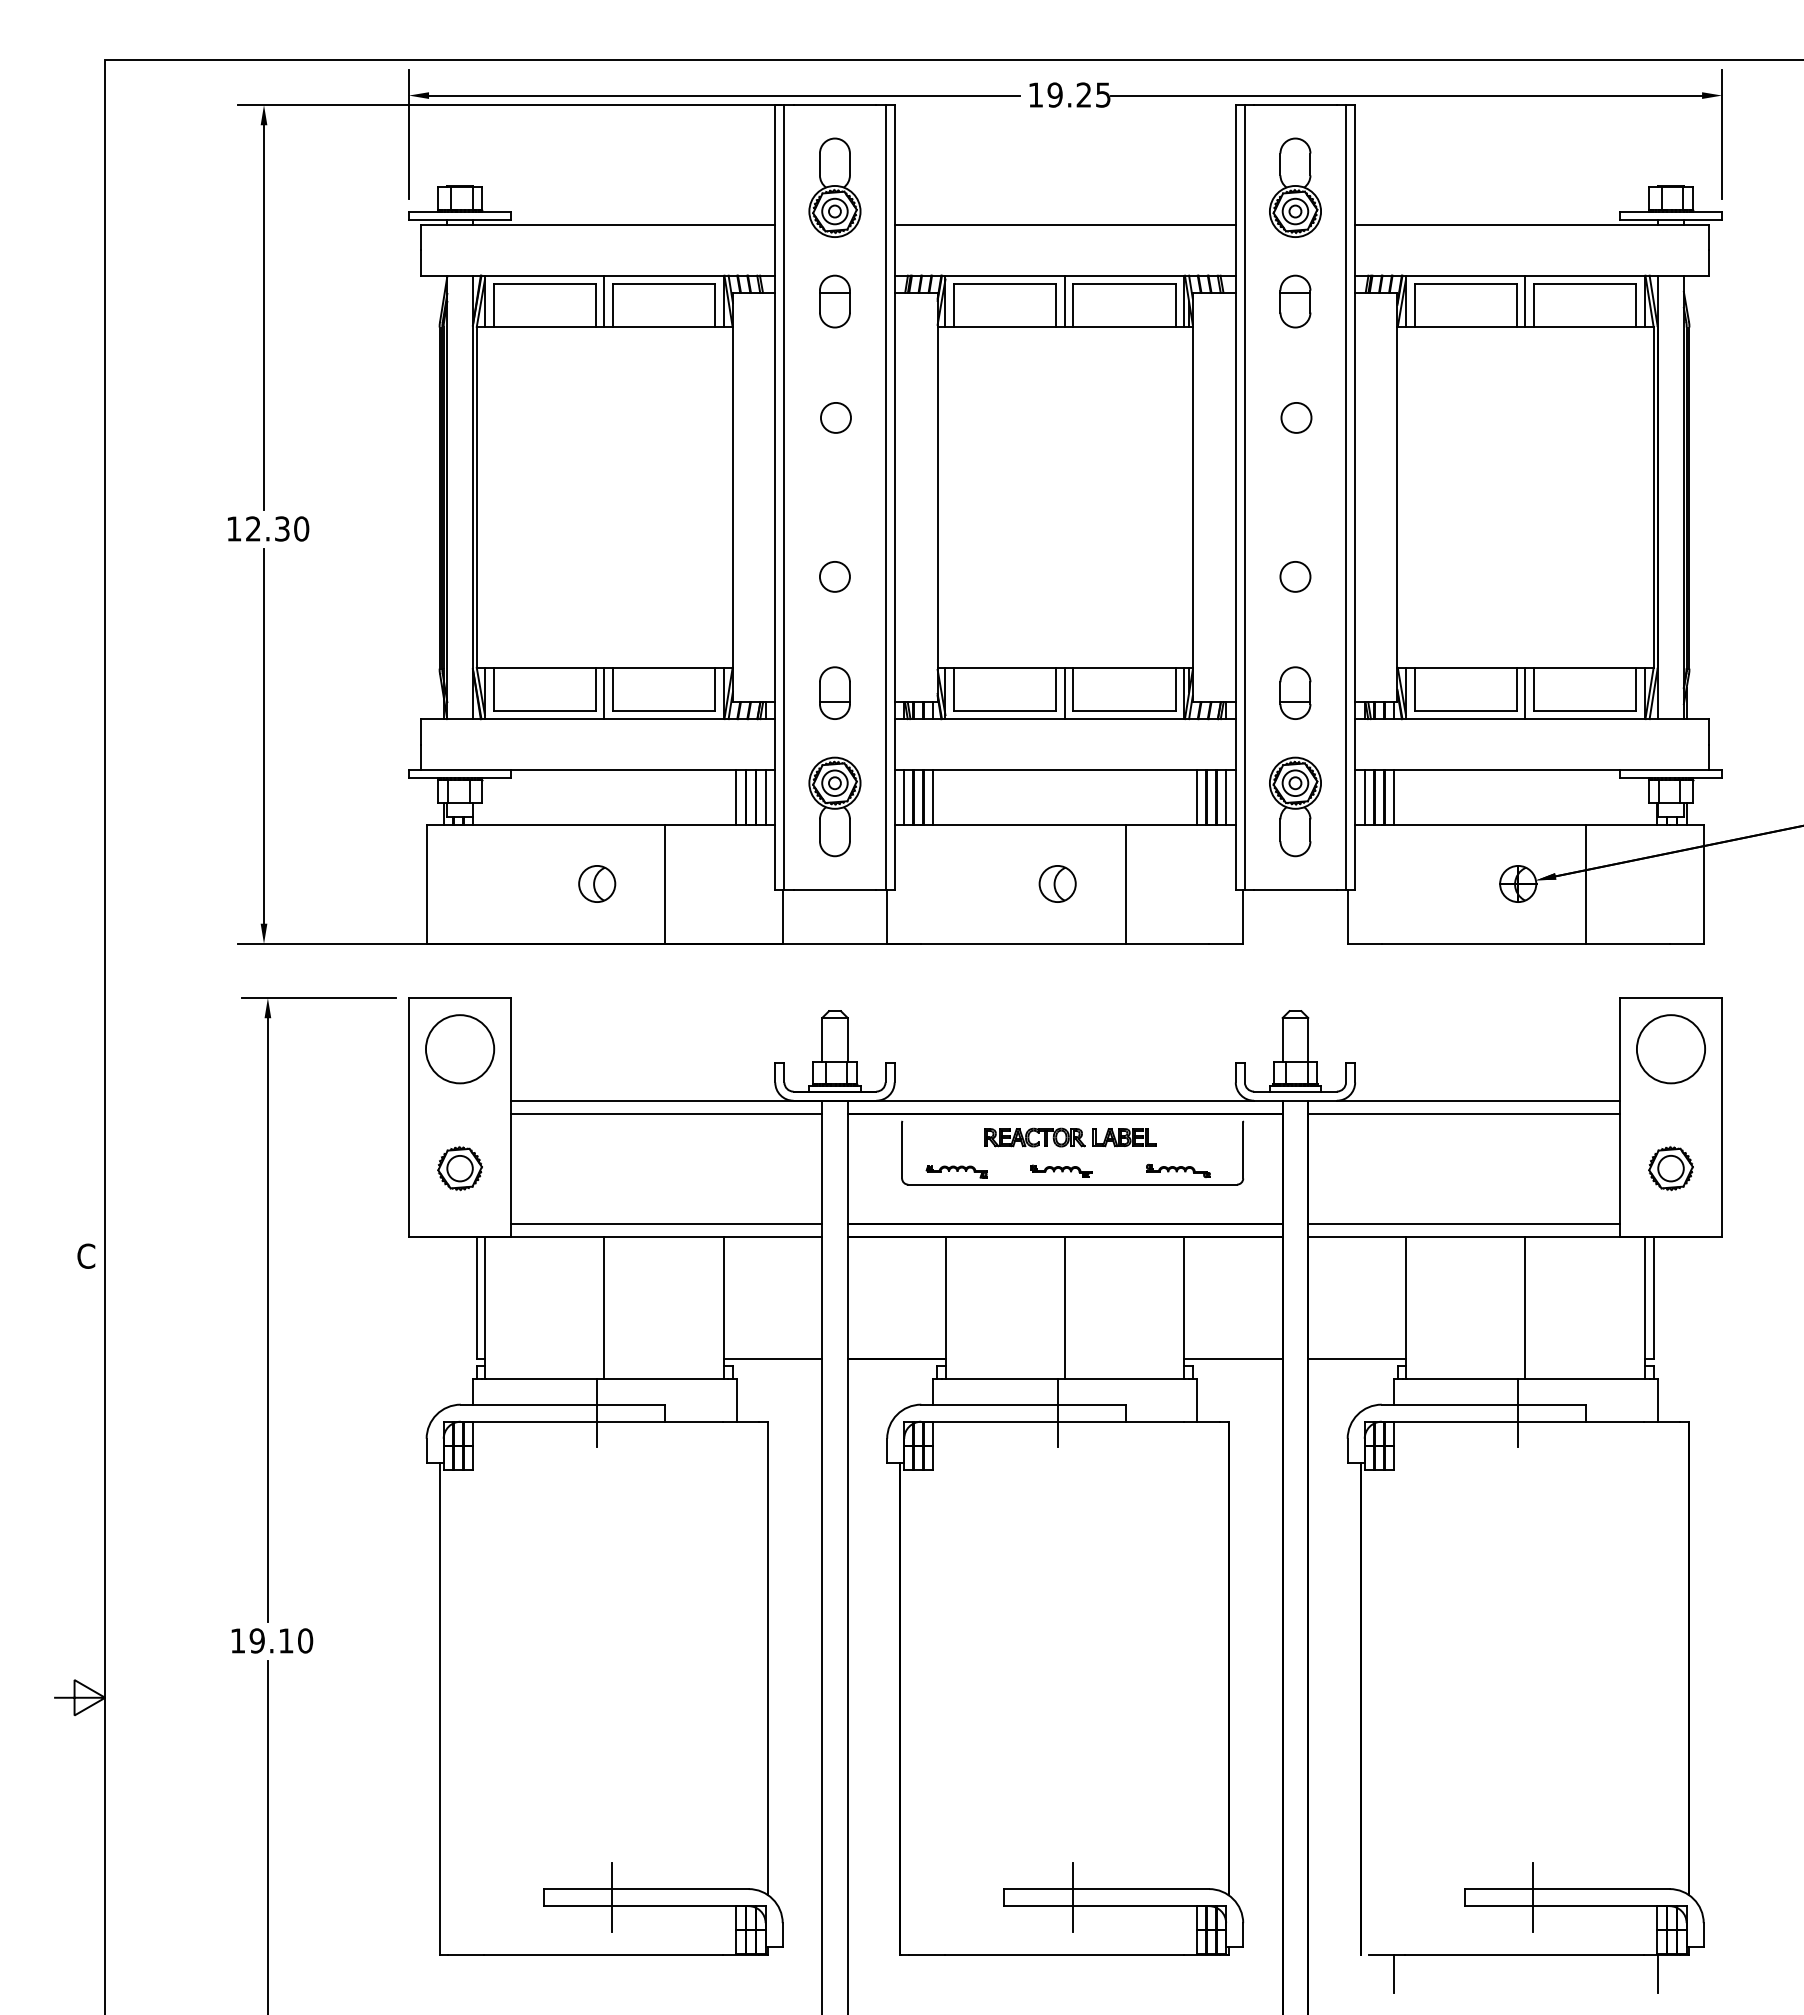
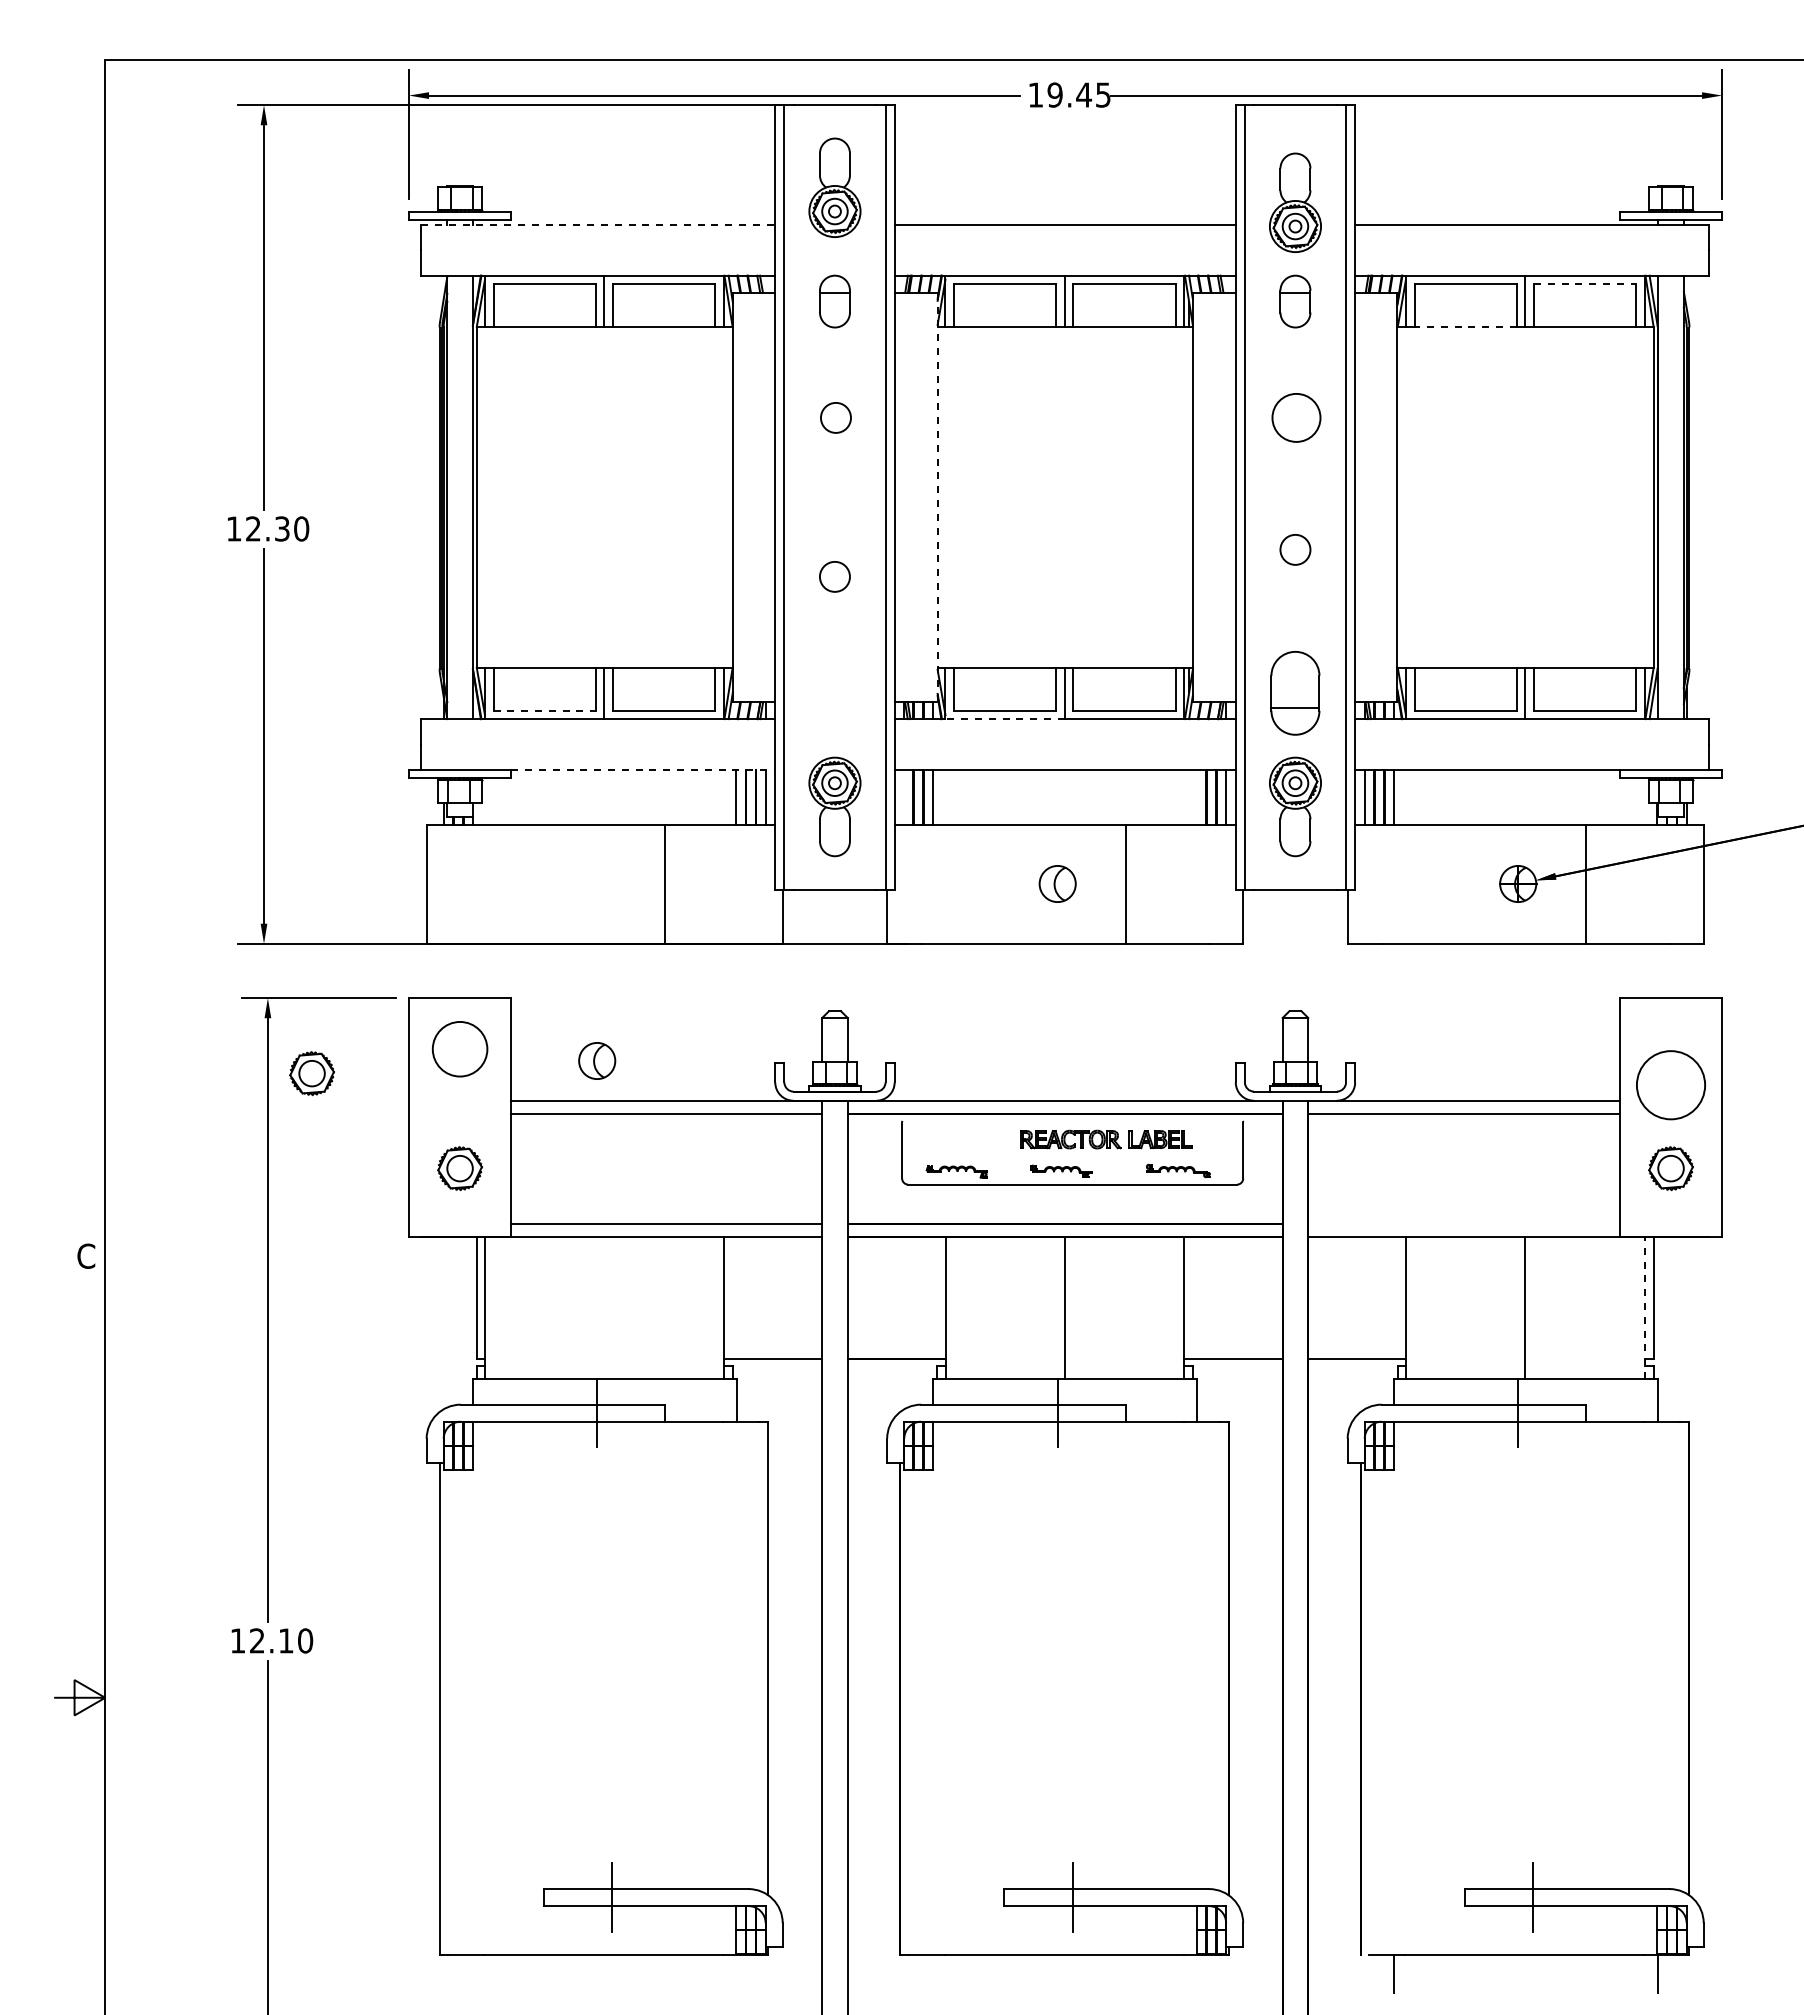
text at (1084, 94): 19.25 -> 19.45
part at (1295, 187) position: (1295, 187) -> (1295, 202)
line at (598, 224): solid -> dashed
line at (1585, 284): solid -> dashed
line at (1465, 326): solid -> dashed
circle at (1296, 417) diameter: 30 px -> 48 px
line at (937, 497): solid -> dashed
circle at (1295, 576) position: (1295, 576) -> (1295, 549)
part at (834, 692): present -> none
part at (1295, 692) size: 33x54 px -> 51x85 px
line at (545, 710): solid -> dashed
line at (1005, 719): solid -> dashed
line at (643, 770): solid -> dashed
line at (904, 797): present -> none
line at (1196, 797): present -> none
part at (597, 883) position: (597, 883) -> (597, 1060)
circle at (459, 1049) diameter: 68 px -> 55 px
circle at (1670, 1049) position: (1670, 1049) -> (1670, 1085)
part at (311, 1073): none -> present
part at (1070, 1137) position: (1070, 1137) -> (1106, 1139)
line at (1463, 1224): present -> none
line at (604, 1308): present -> none
line at (1644, 1308): solid -> dashed
text at (256, 1640): 19.10 -> 12.10
